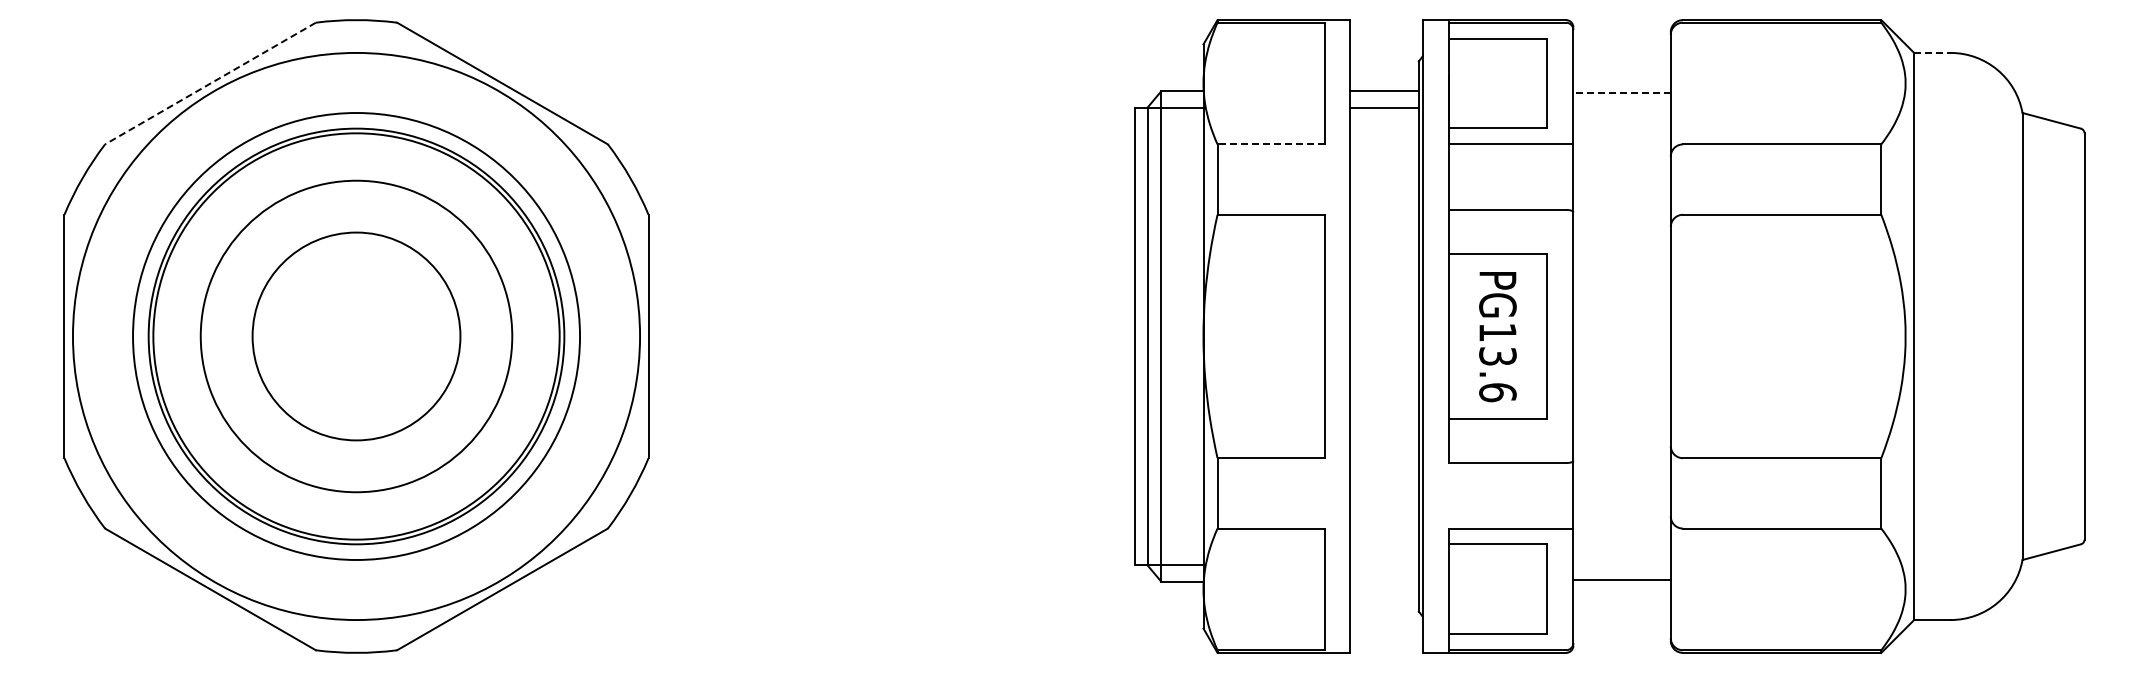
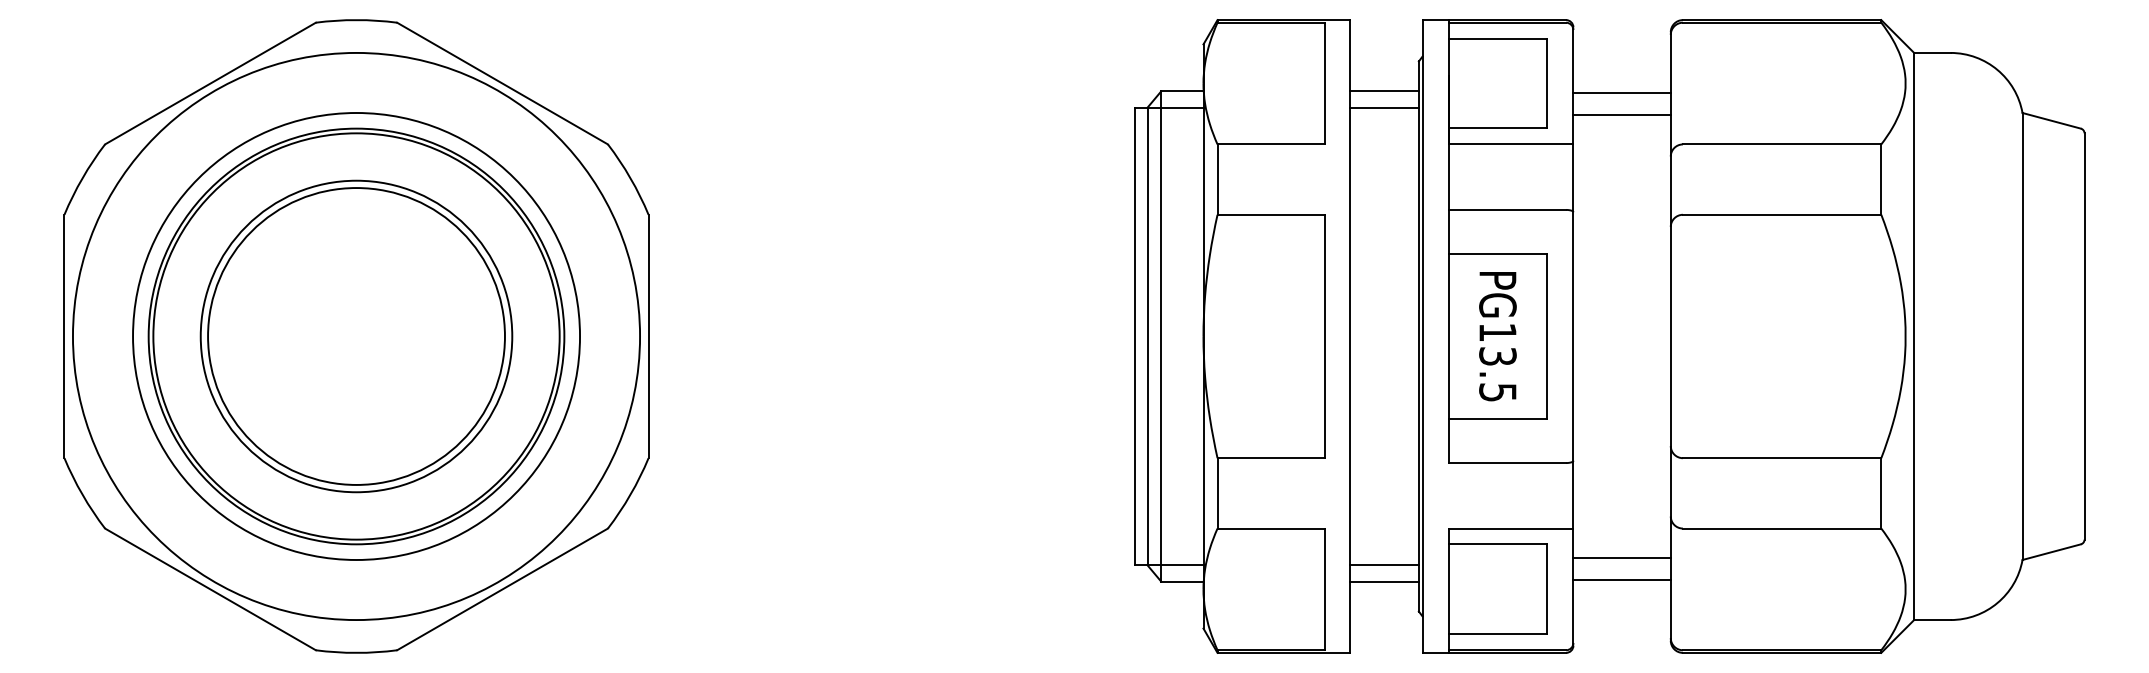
line at (1932, 52): dashed -> solid
line at (210, 83): dashed -> solid
line at (1622, 93): dashed -> solid
line at (1621, 114): none -> present
line at (1271, 144): dashed -> solid
circle at (356, 336) diameter: 208 px -> 297 px
text at (1497, 392): PG13.6 -> PG13.5
line at (1621, 558): none -> present
line at (1383, 565): none -> present
line at (1383, 581): none -> present
